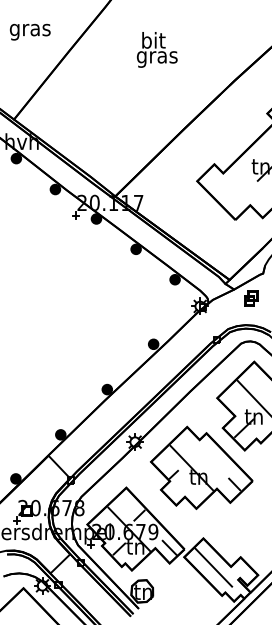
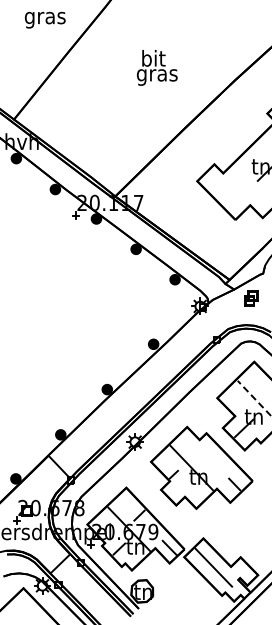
text at (29, 31) position: (29, 31) -> (44, 19)
text at (157, 49) position: (157, 49) -> (157, 67)
line at (254, 398): solid -> dashed
